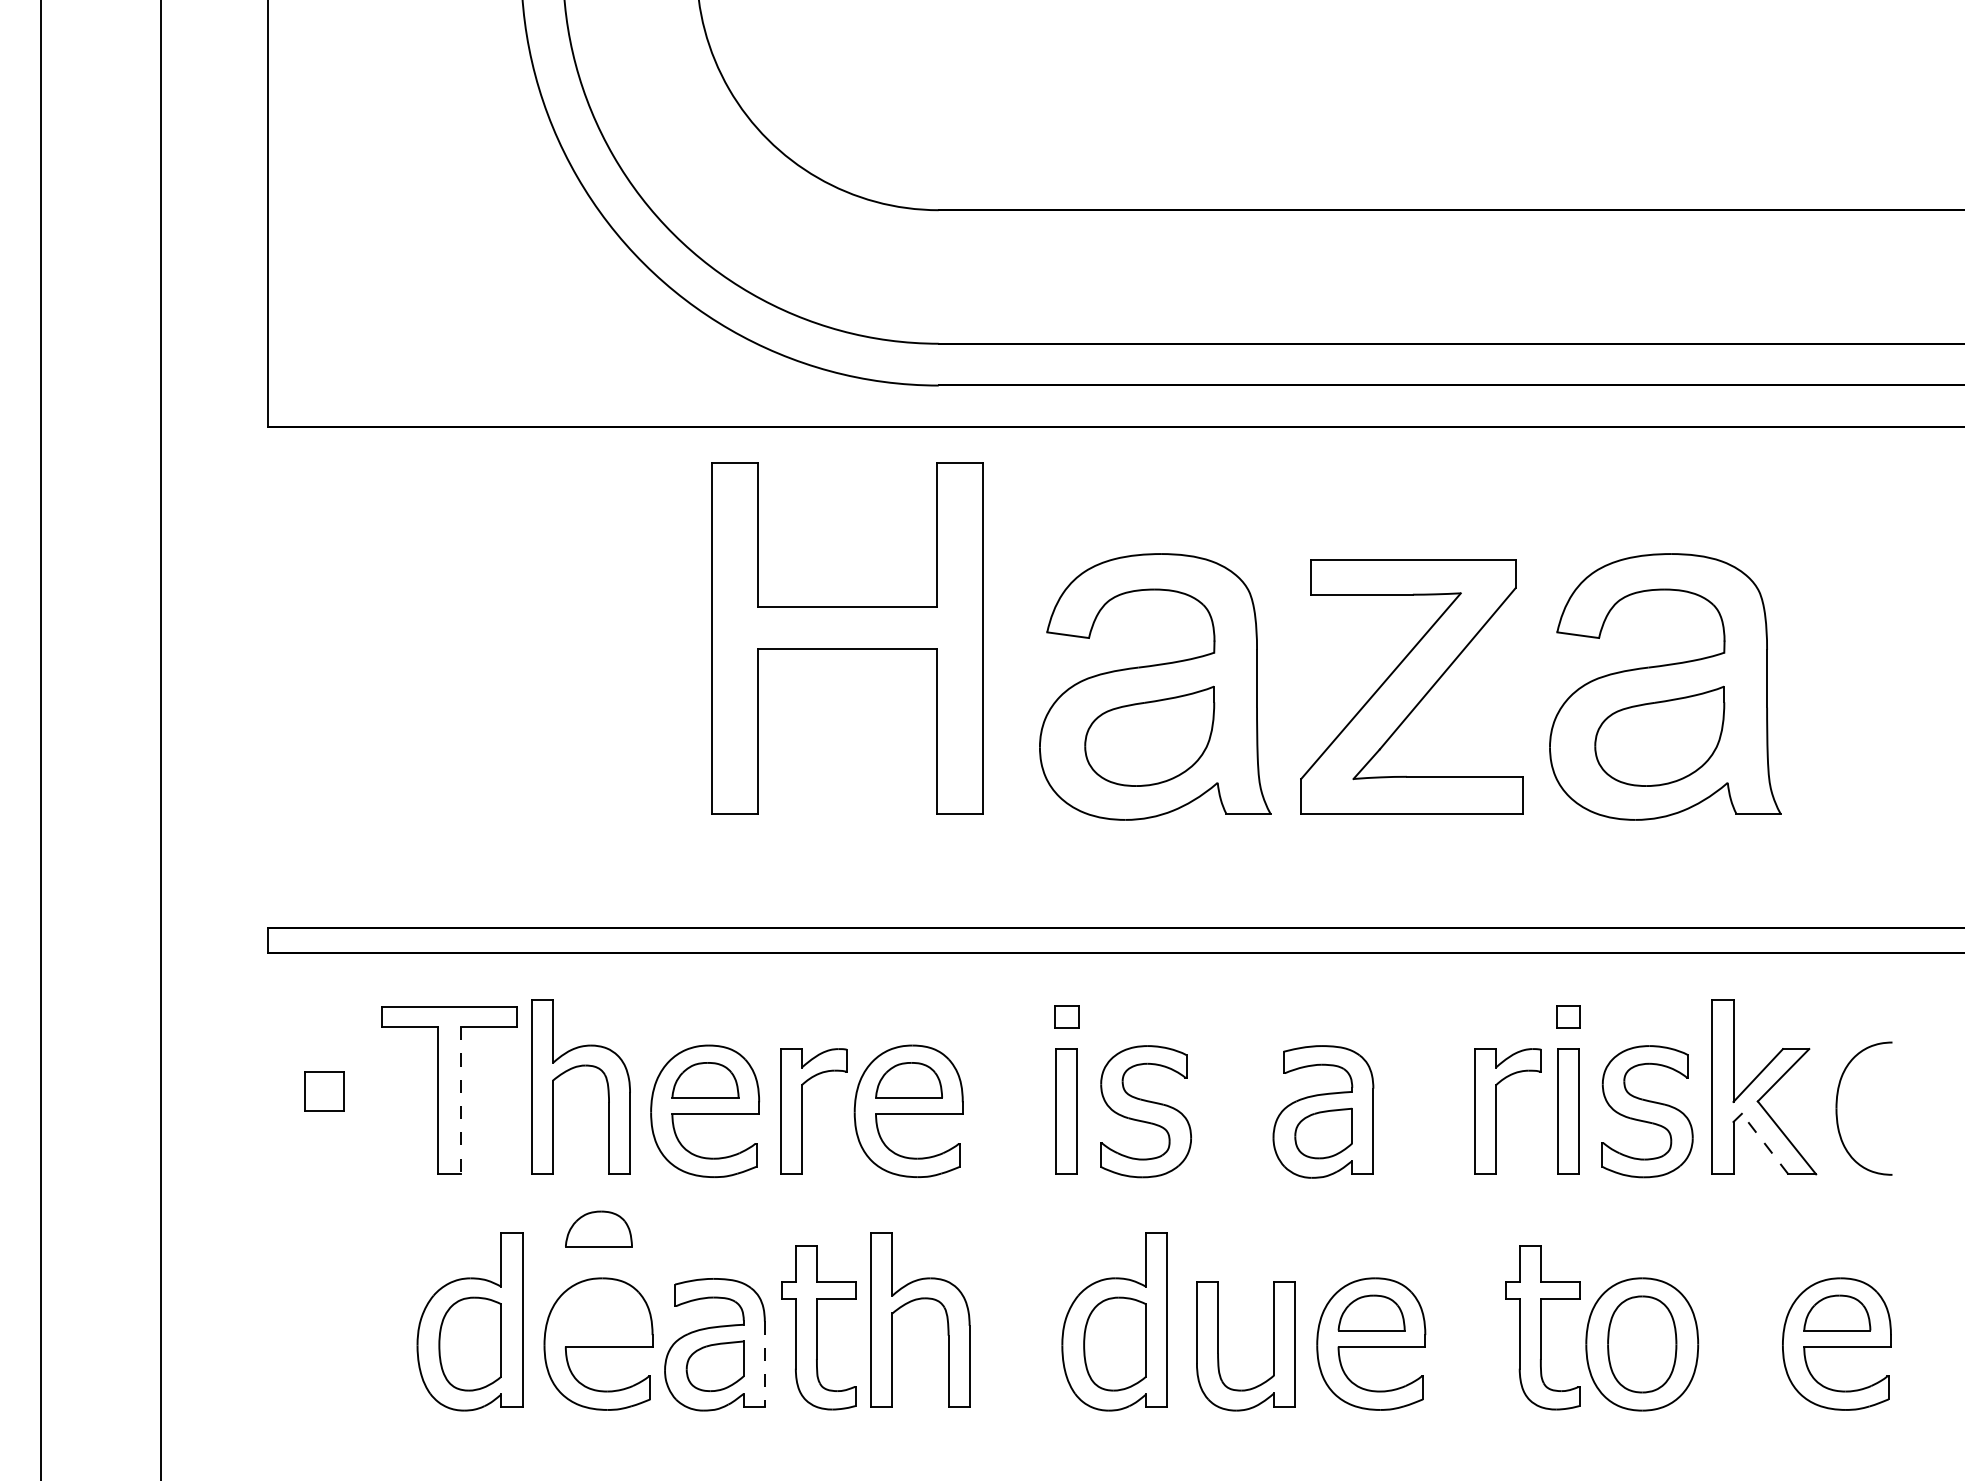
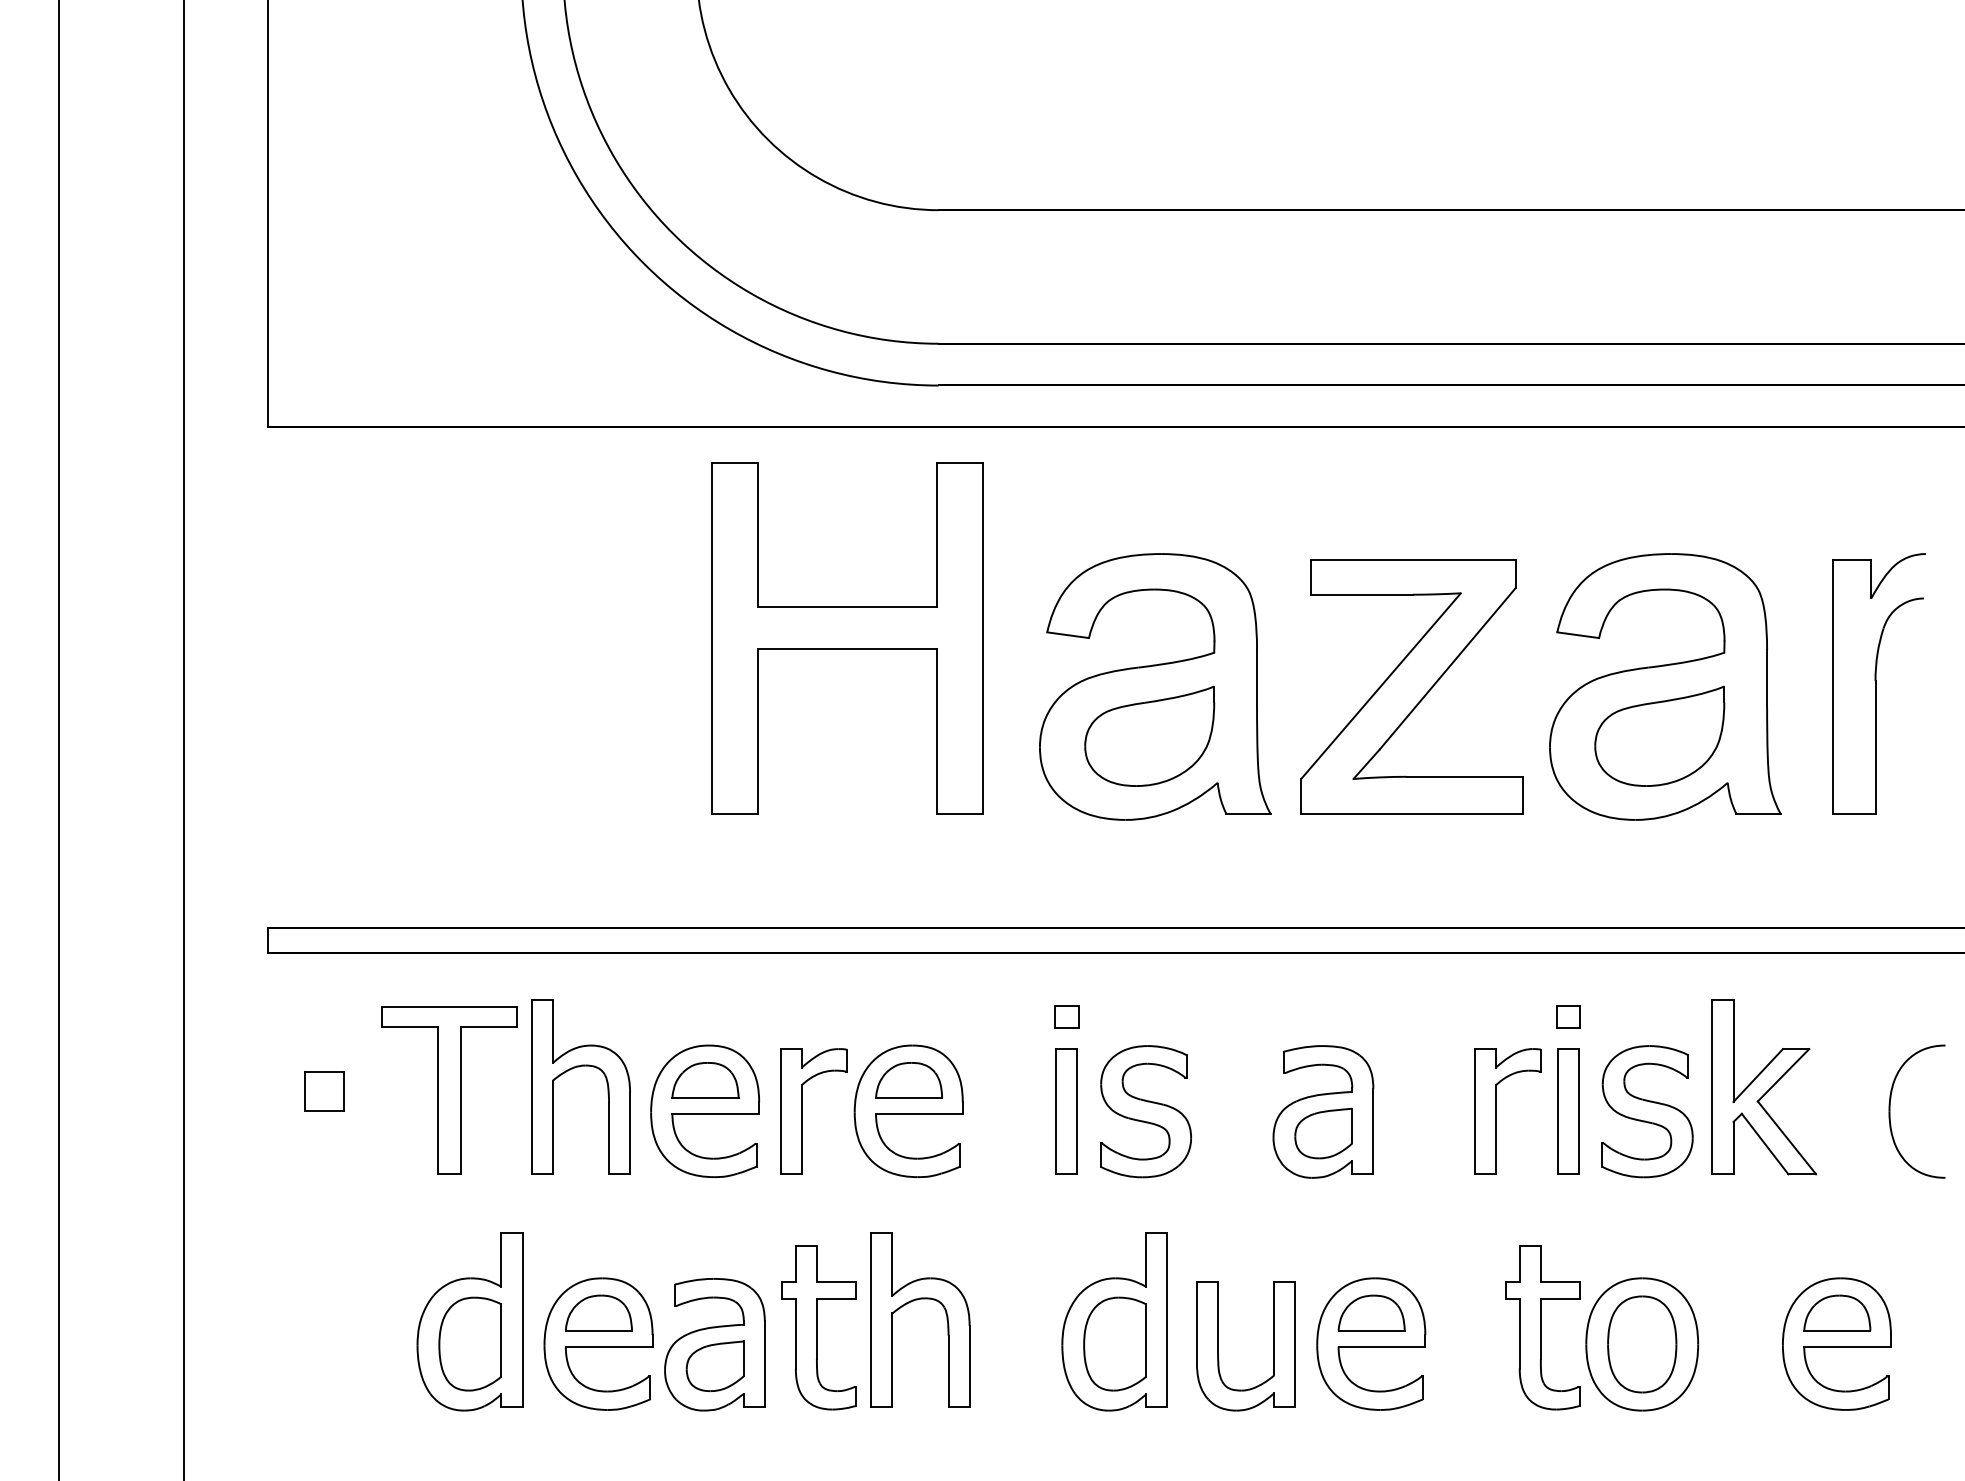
part at (1878, 683): none -> present
line at (40, 739) position: (40, 739) -> (58, 739)
line at (161, 739) position: (161, 739) -> (184, 739)
line at (460, 1100): dashed -> solid
part at (1837, 1108) position: (1837, 1108) -> (1890, 1111)
line at (1764, 1143): dashed -> solid
part at (598, 1228) position: (598, 1228) -> (598, 1312)
line at (764, 1364): dashed -> solid
